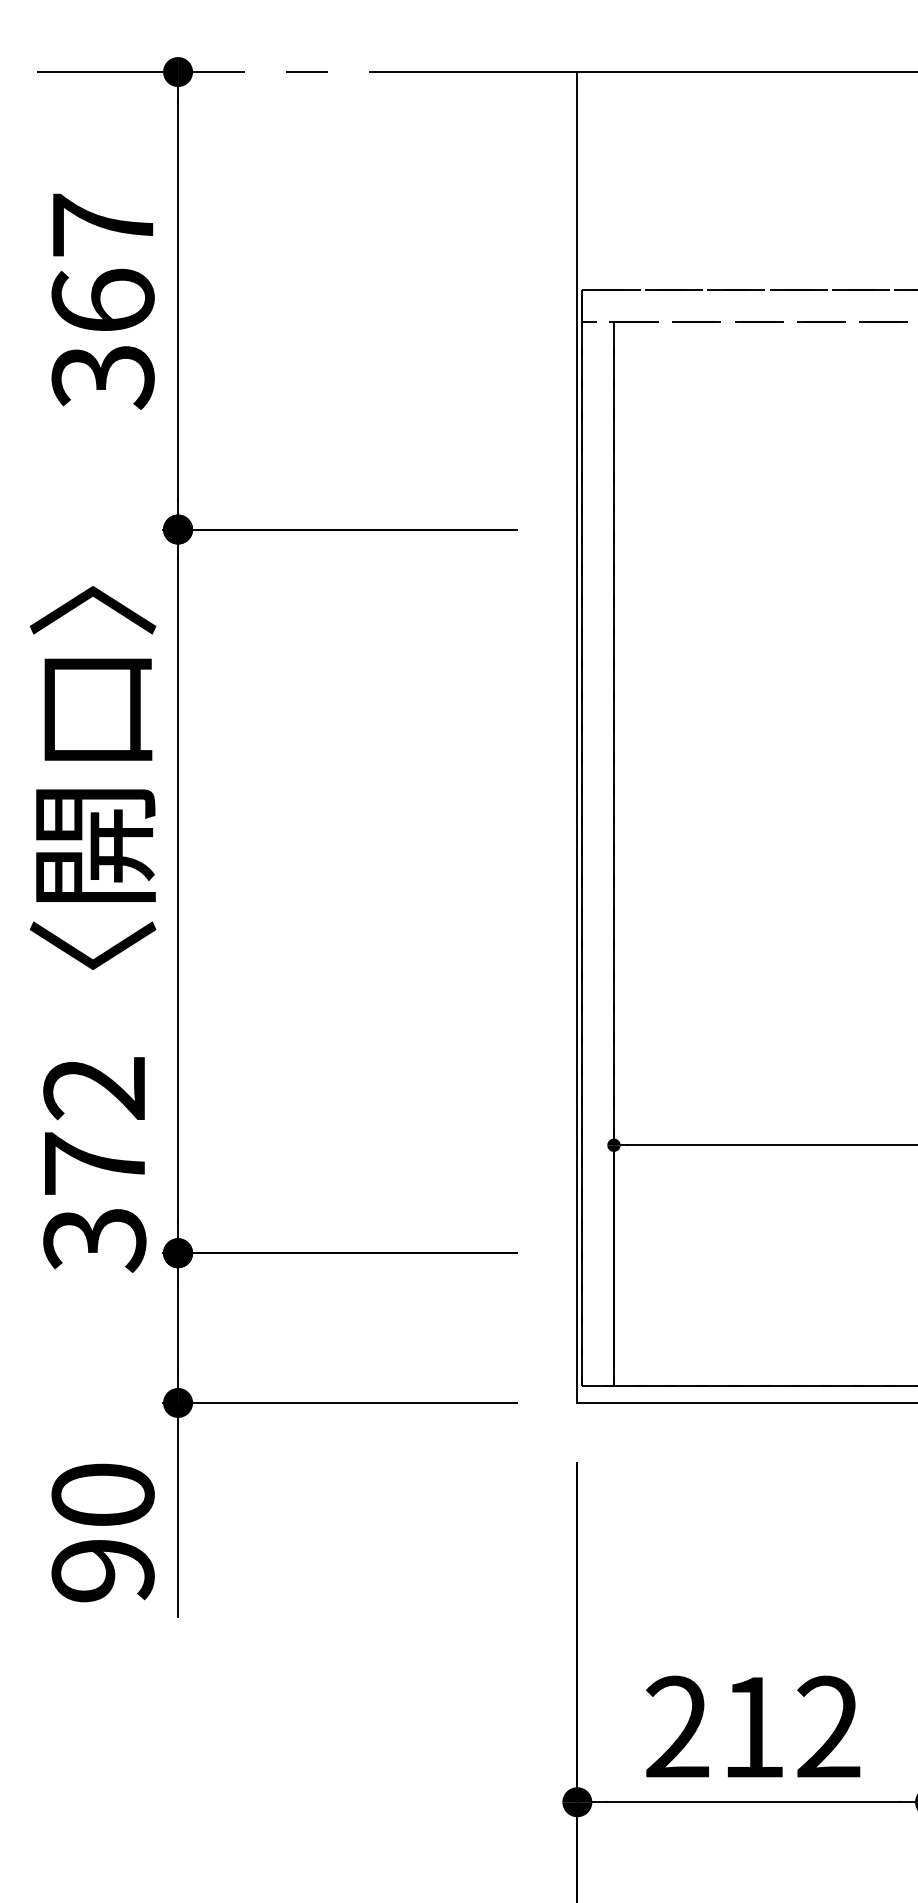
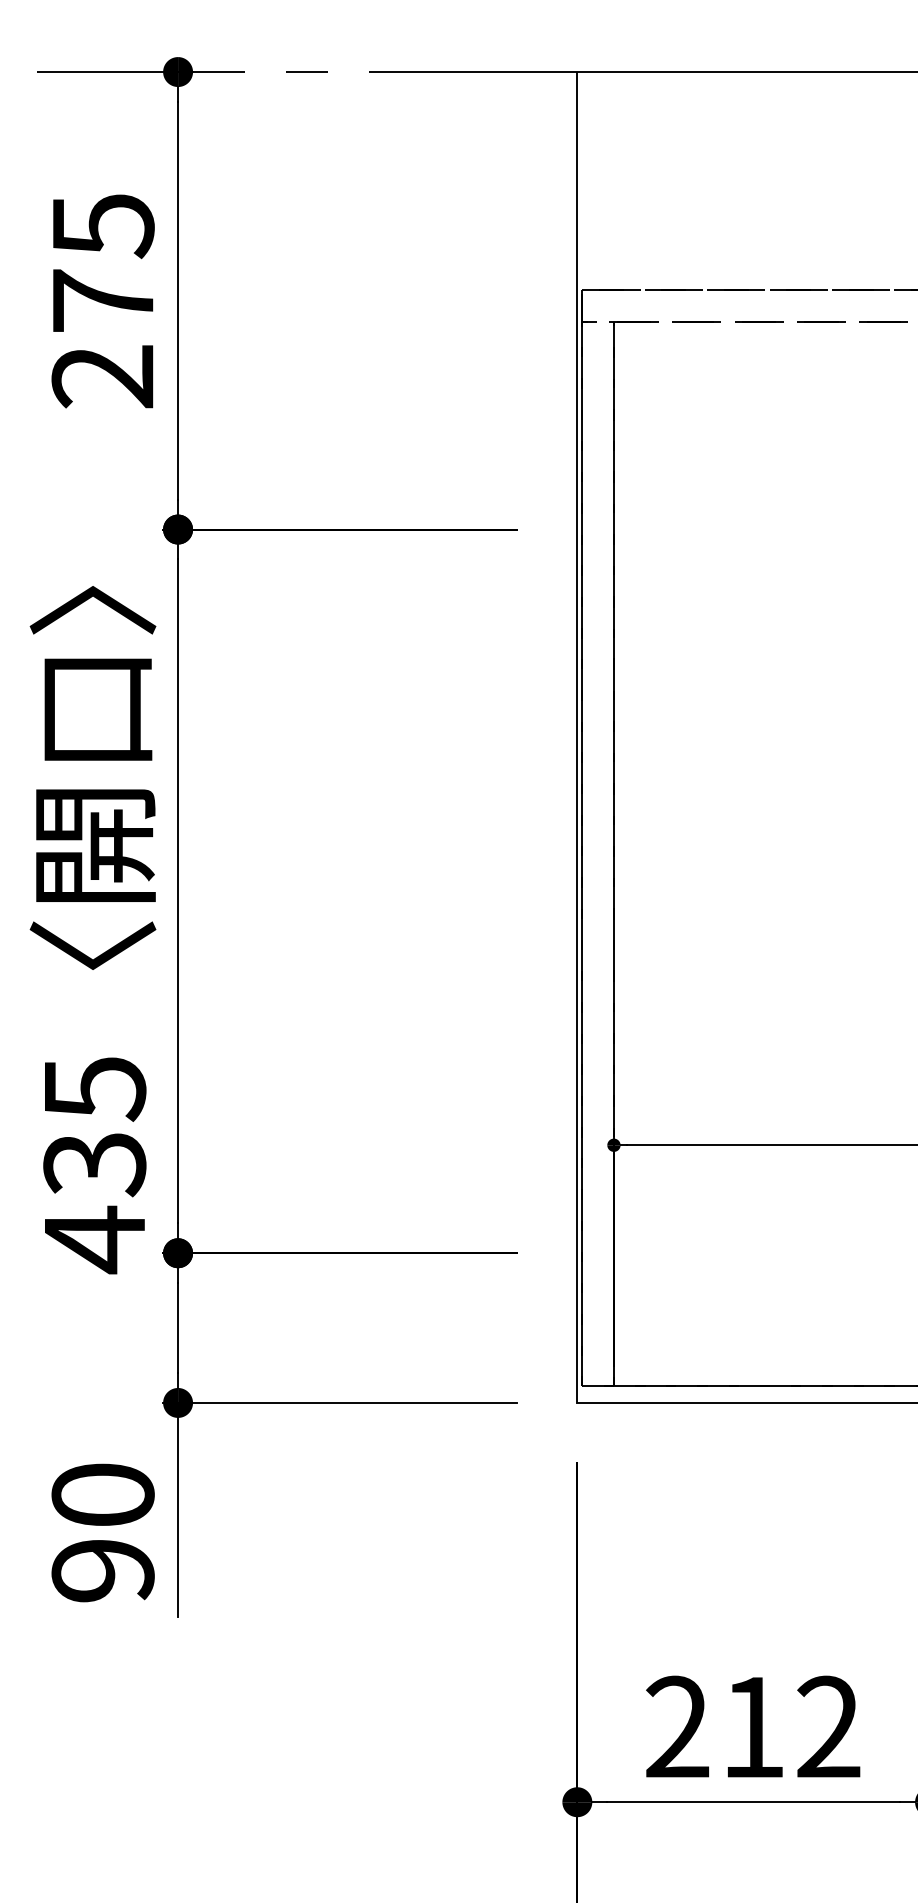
text at (102, 301): 367 -> 275
text at (94, 1165): 372 -> 435
